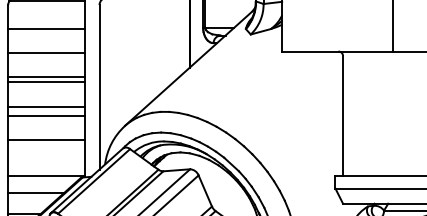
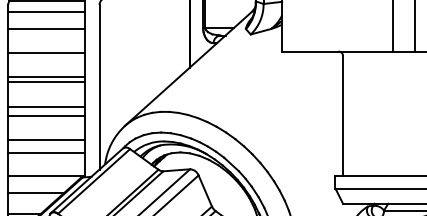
line at (46, 11): none -> present
line at (415, 26): none -> present
line at (46, 152): none -> present
